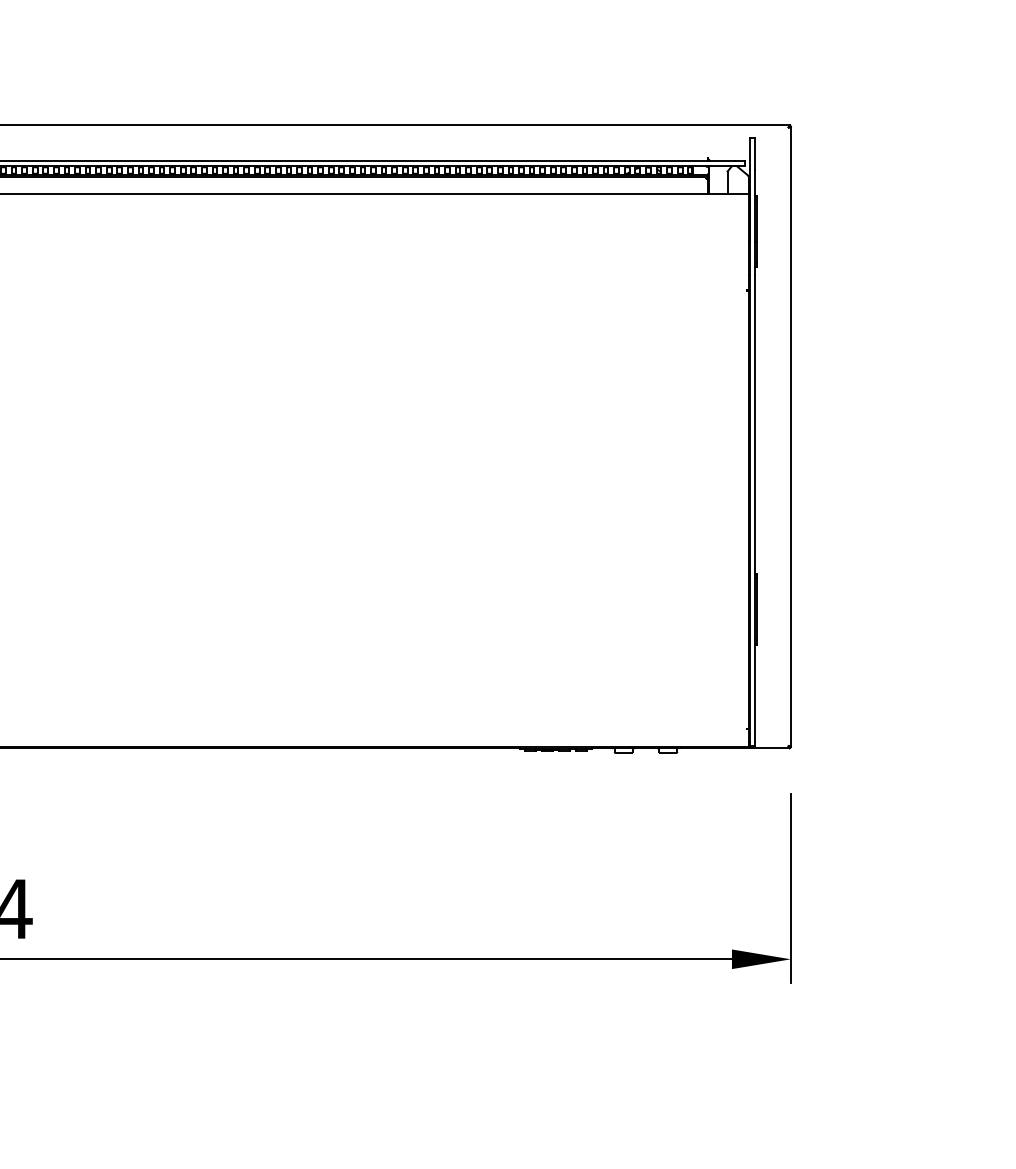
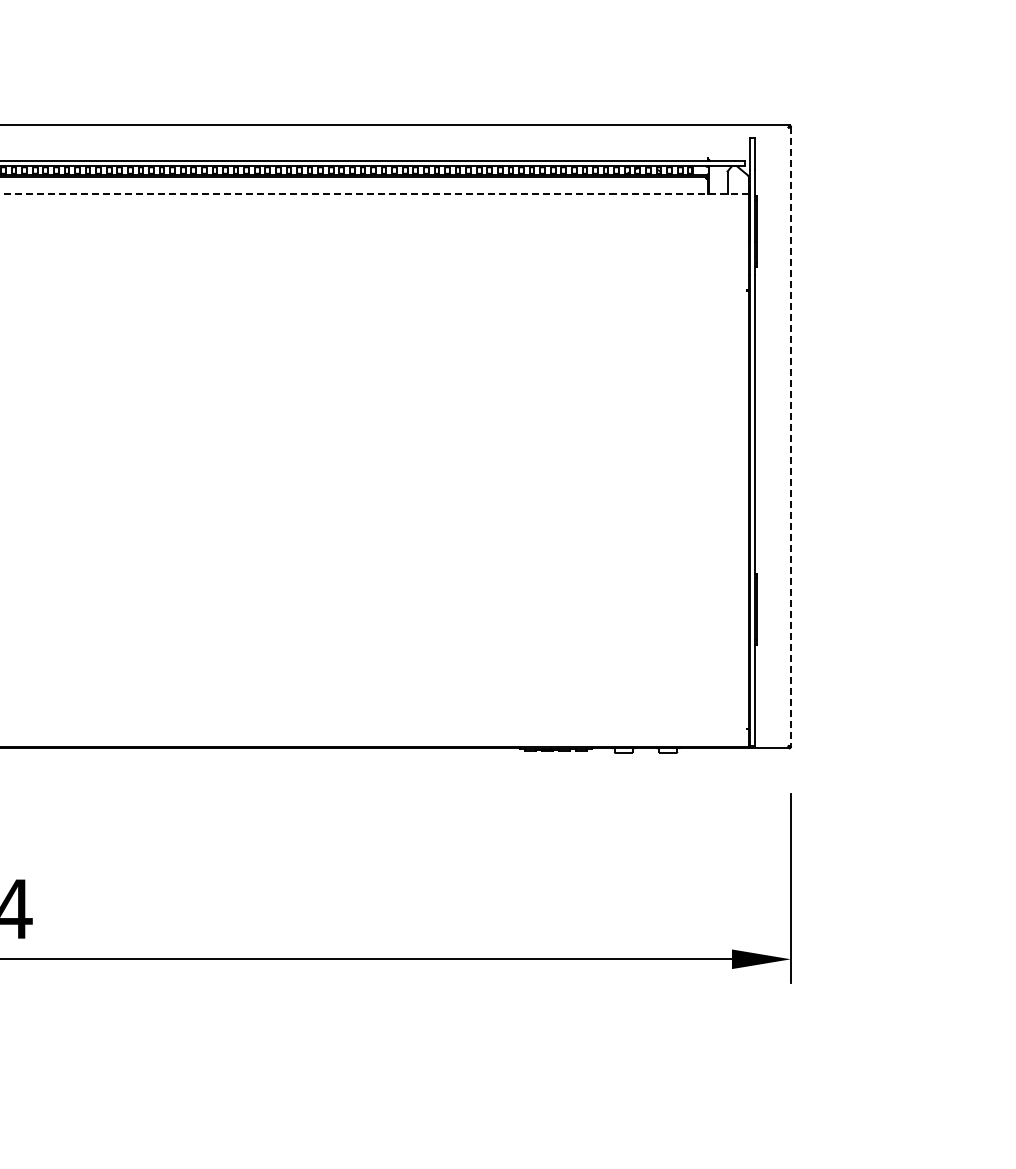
line at (374, 193): solid -> dashed
line at (790, 437): solid -> dashed
